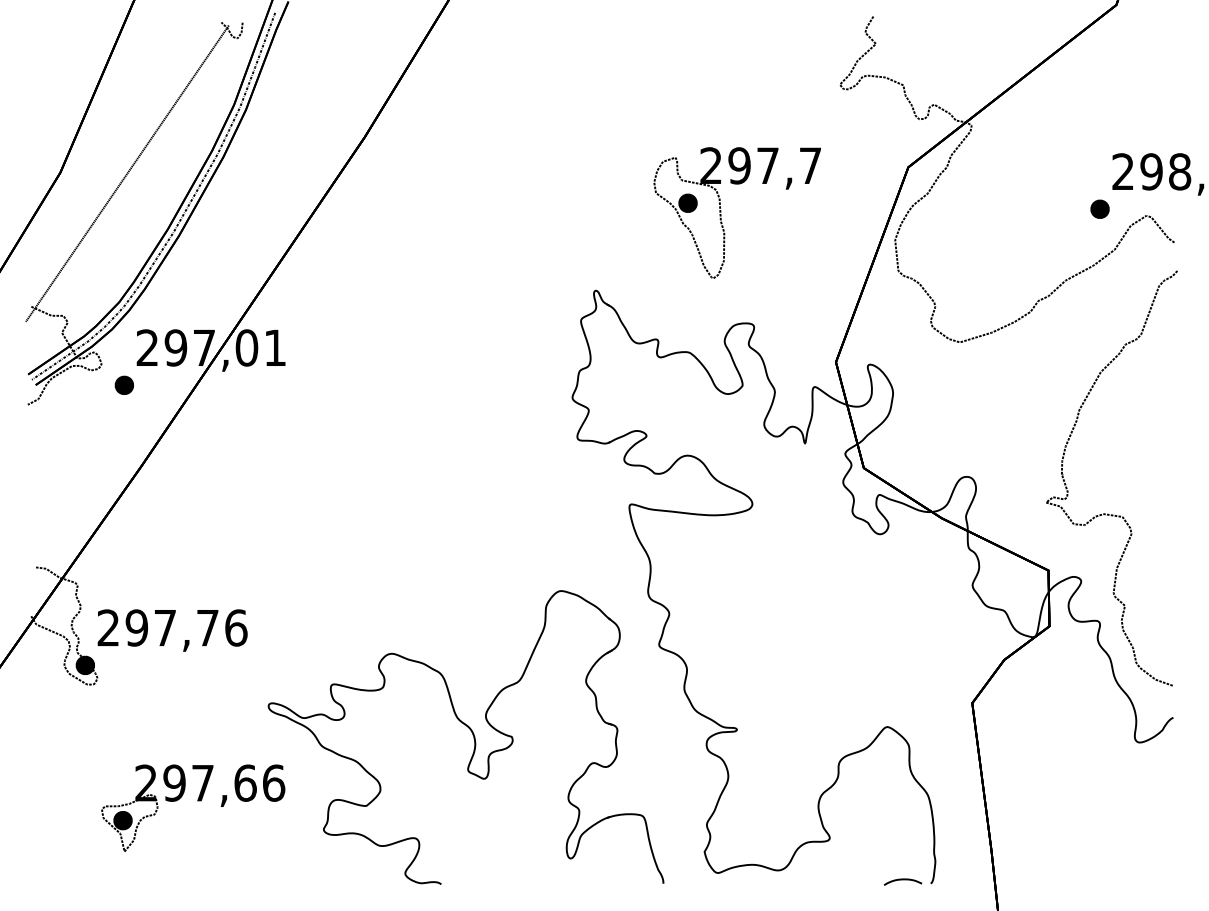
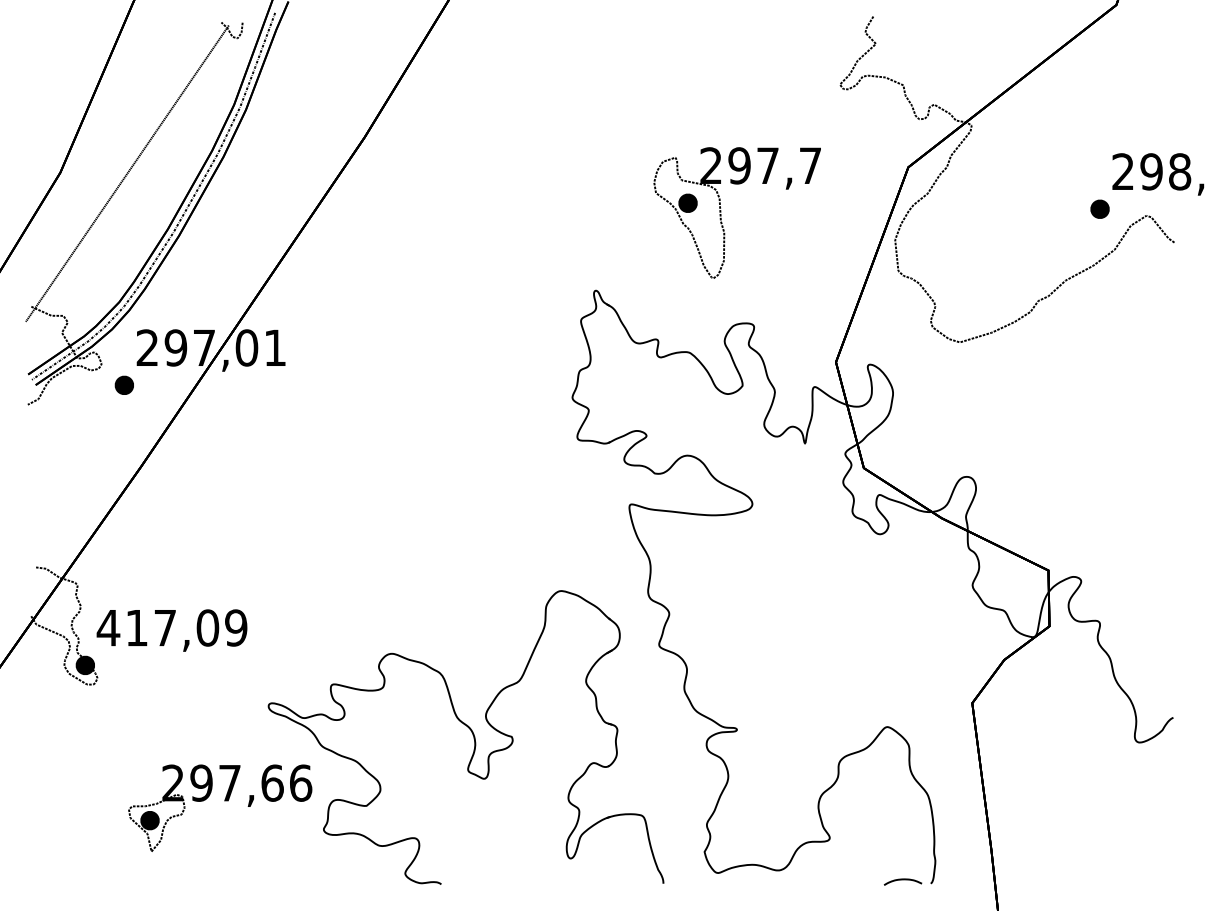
curve at (1108, 513): present -> none
text at (171, 627): 297,76 -> 417,09
part at (197, 801) position: (197, 801) -> (224, 801)
